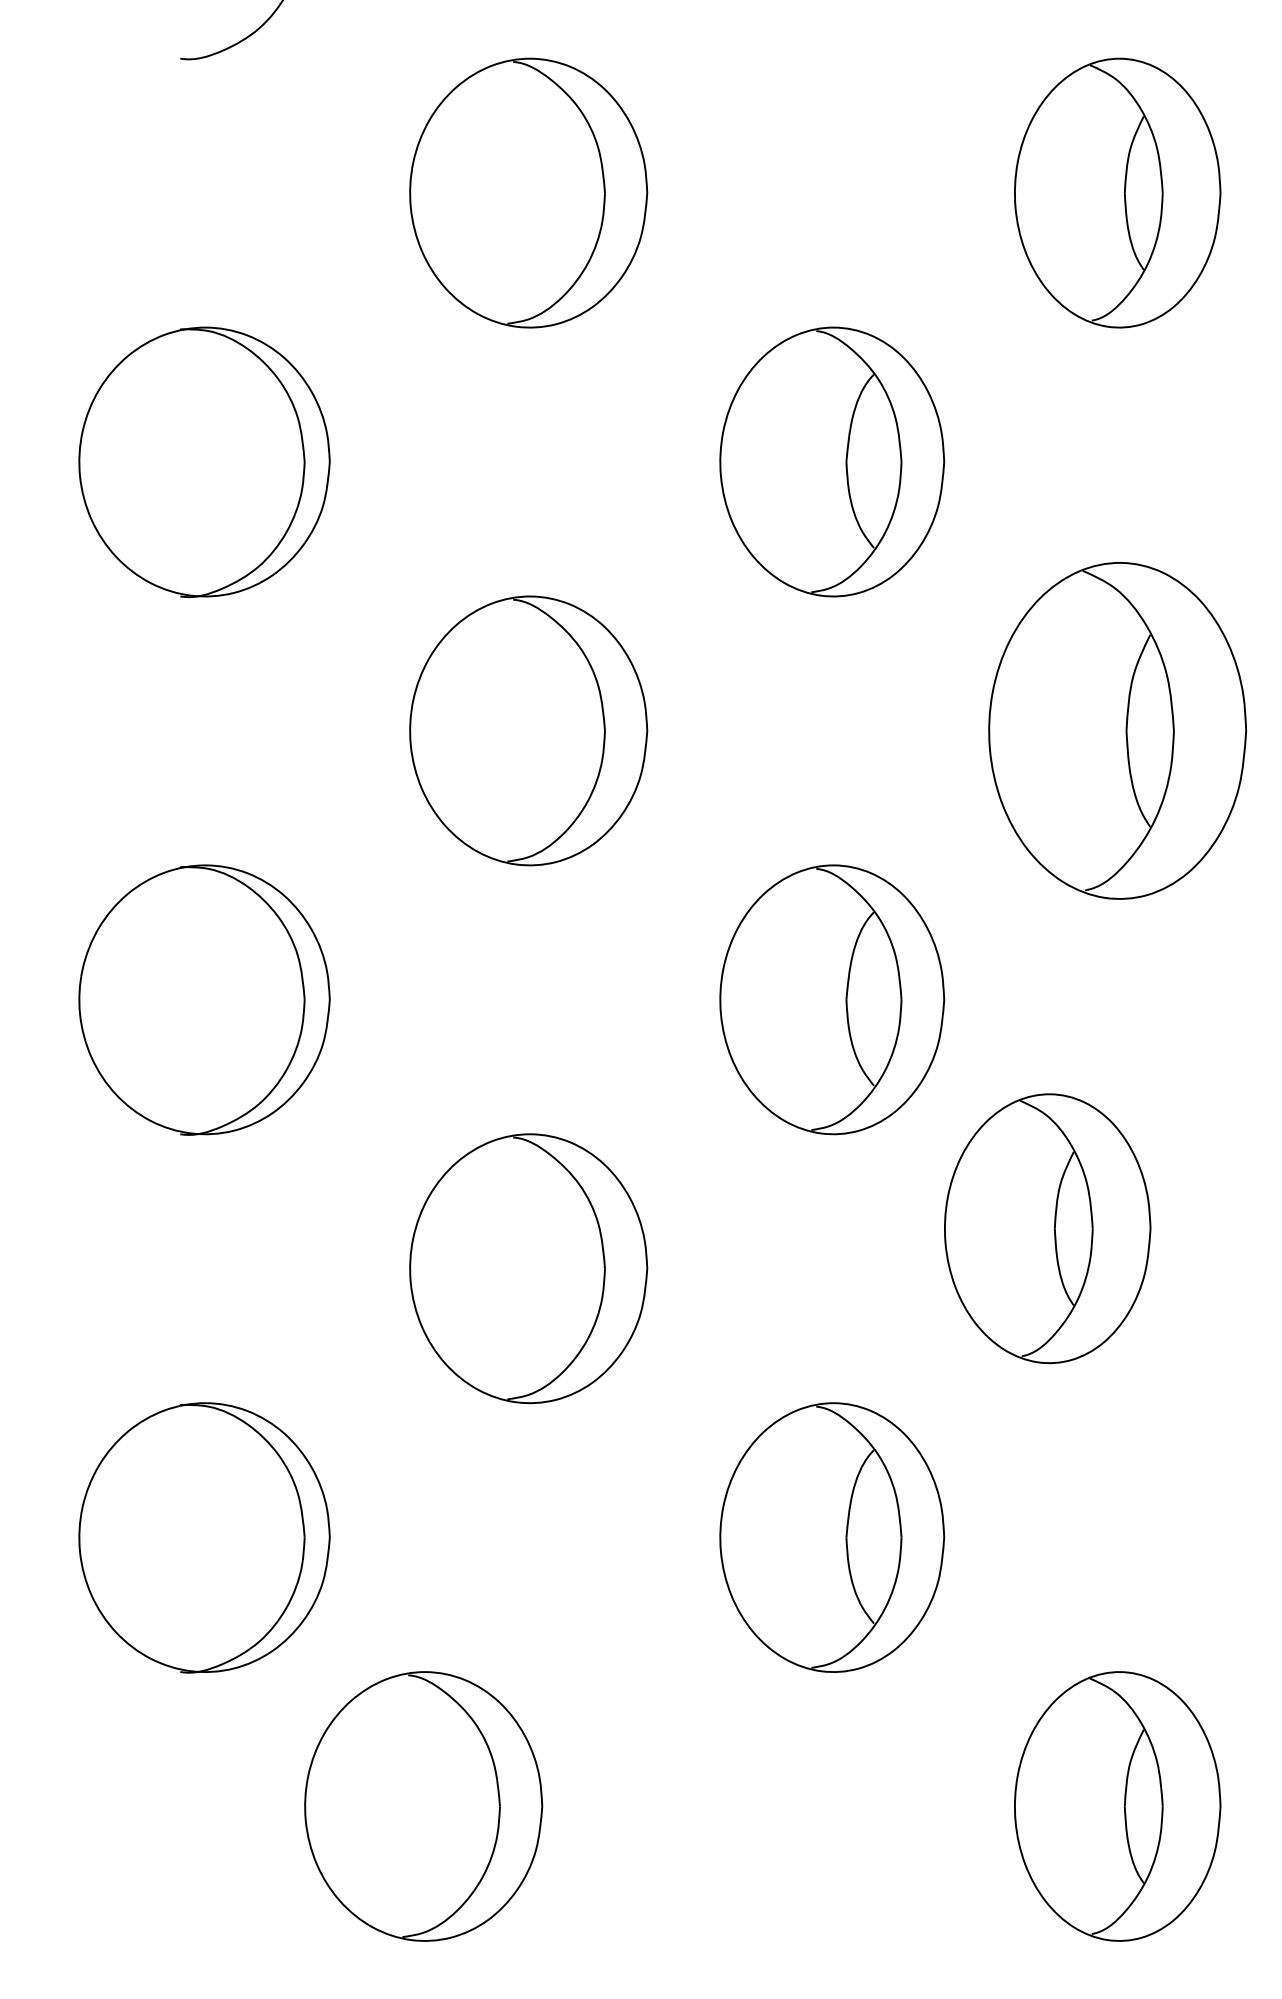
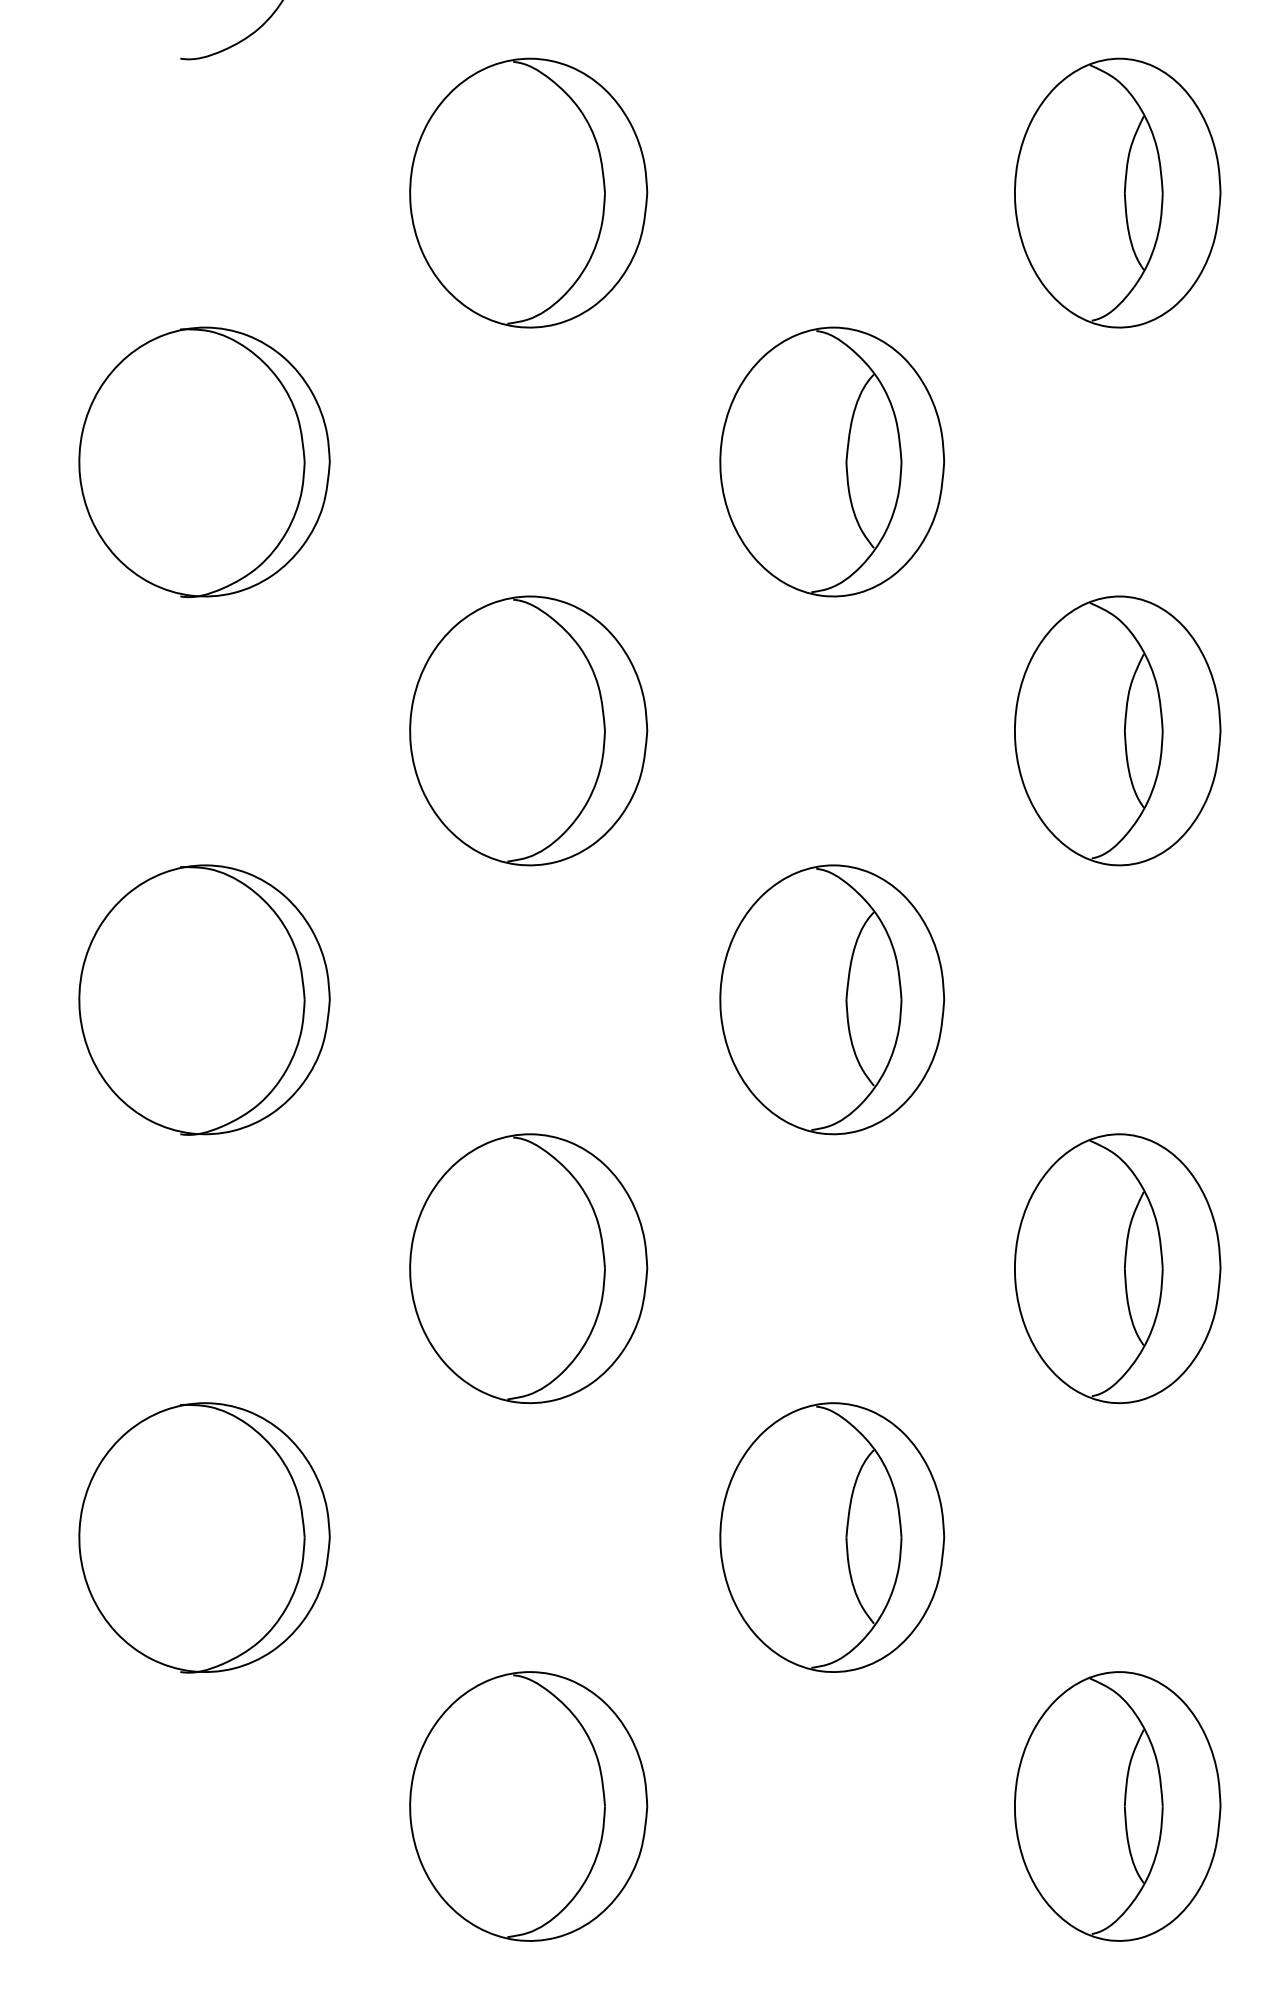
part at (1117, 730) size: 260x338 px -> 208x272 px
part at (1047, 1228) position: (1047, 1228) -> (1117, 1268)
part at (423, 1806) position: (423, 1806) -> (528, 1806)
